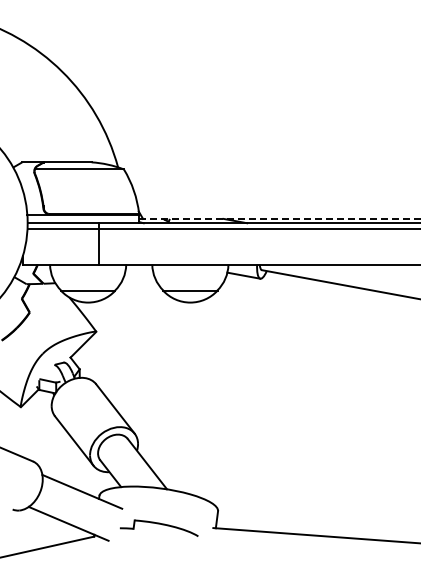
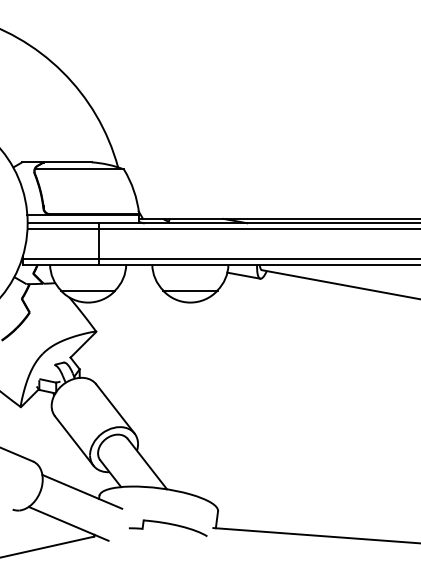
line at (280, 218): dashed -> solid
line at (219, 259): none -> present
part at (158, 527) position: (158, 527) -> (167, 527)
